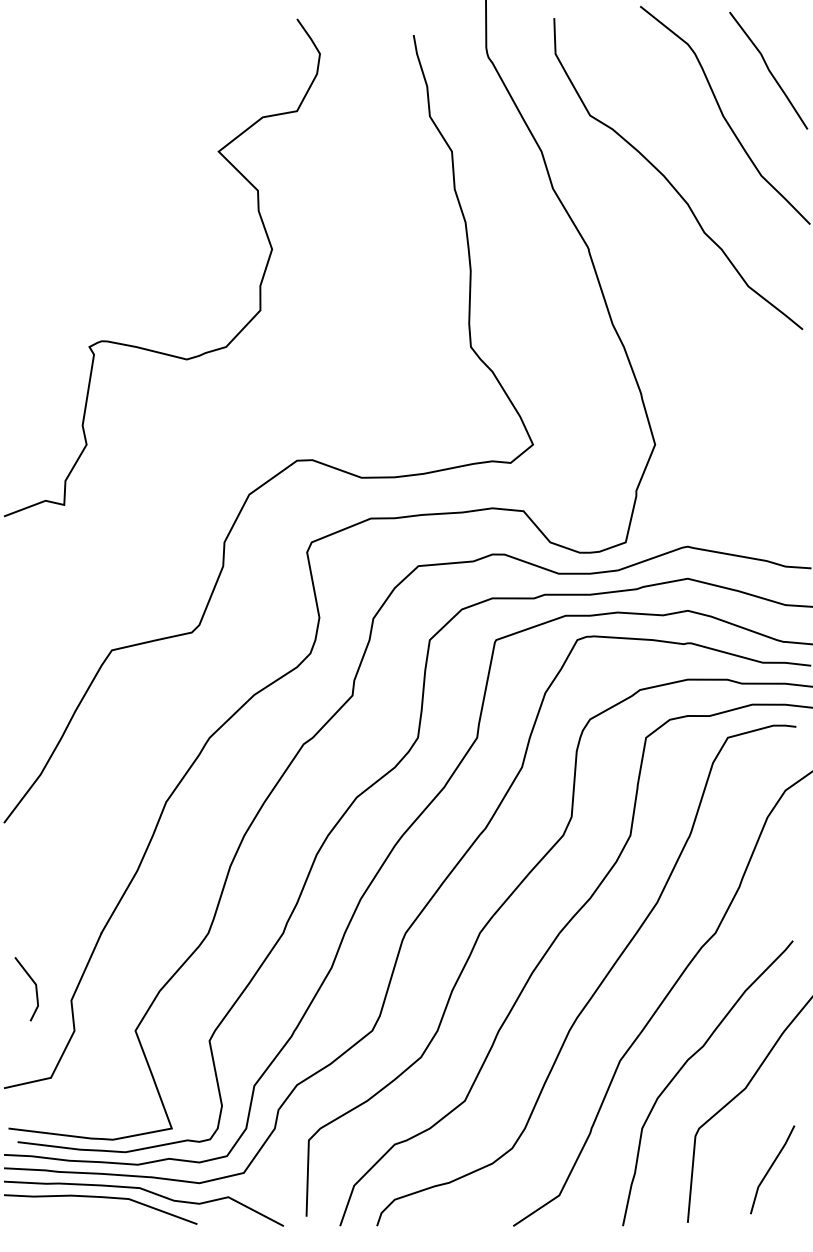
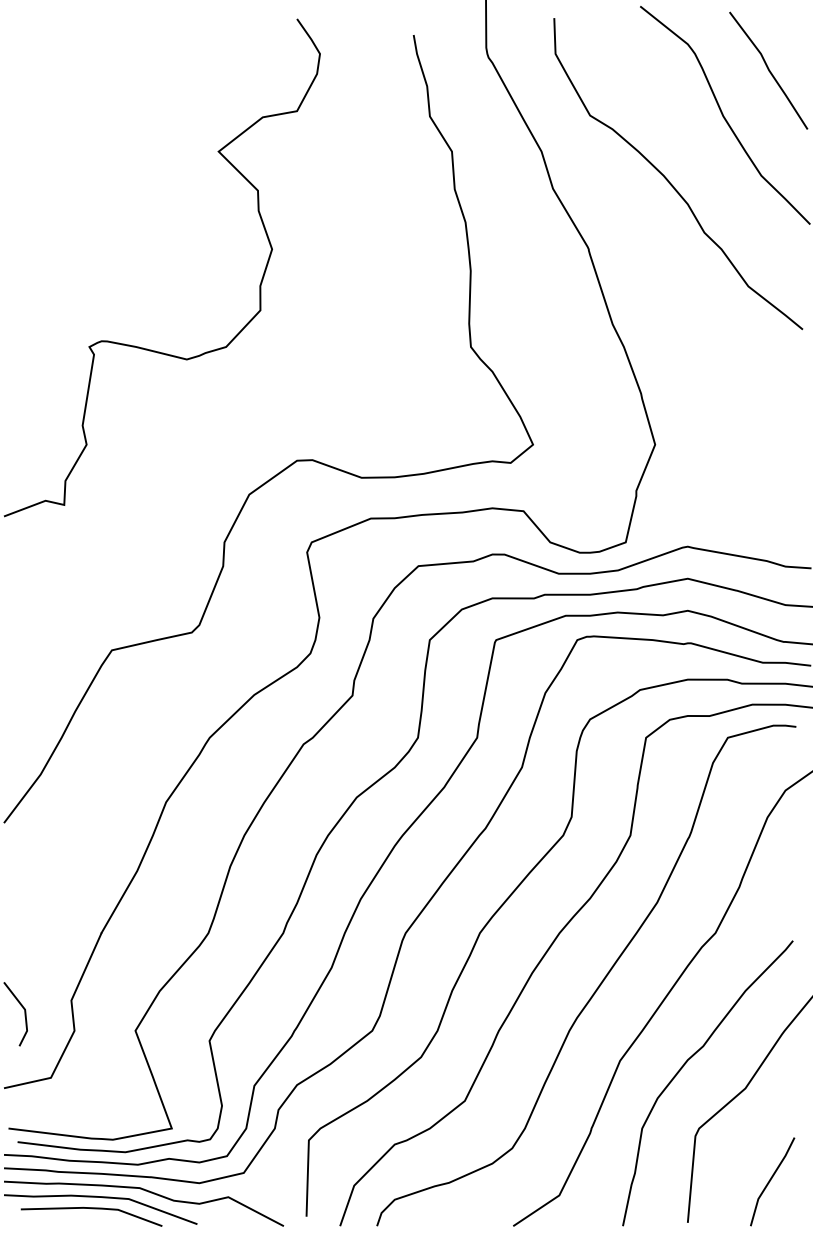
line at (35, 989) position: (35, 989) -> (24, 1014)
line at (771, 1168) position: (771, 1168) -> (771, 1180)
line at (91, 1209): none -> present
